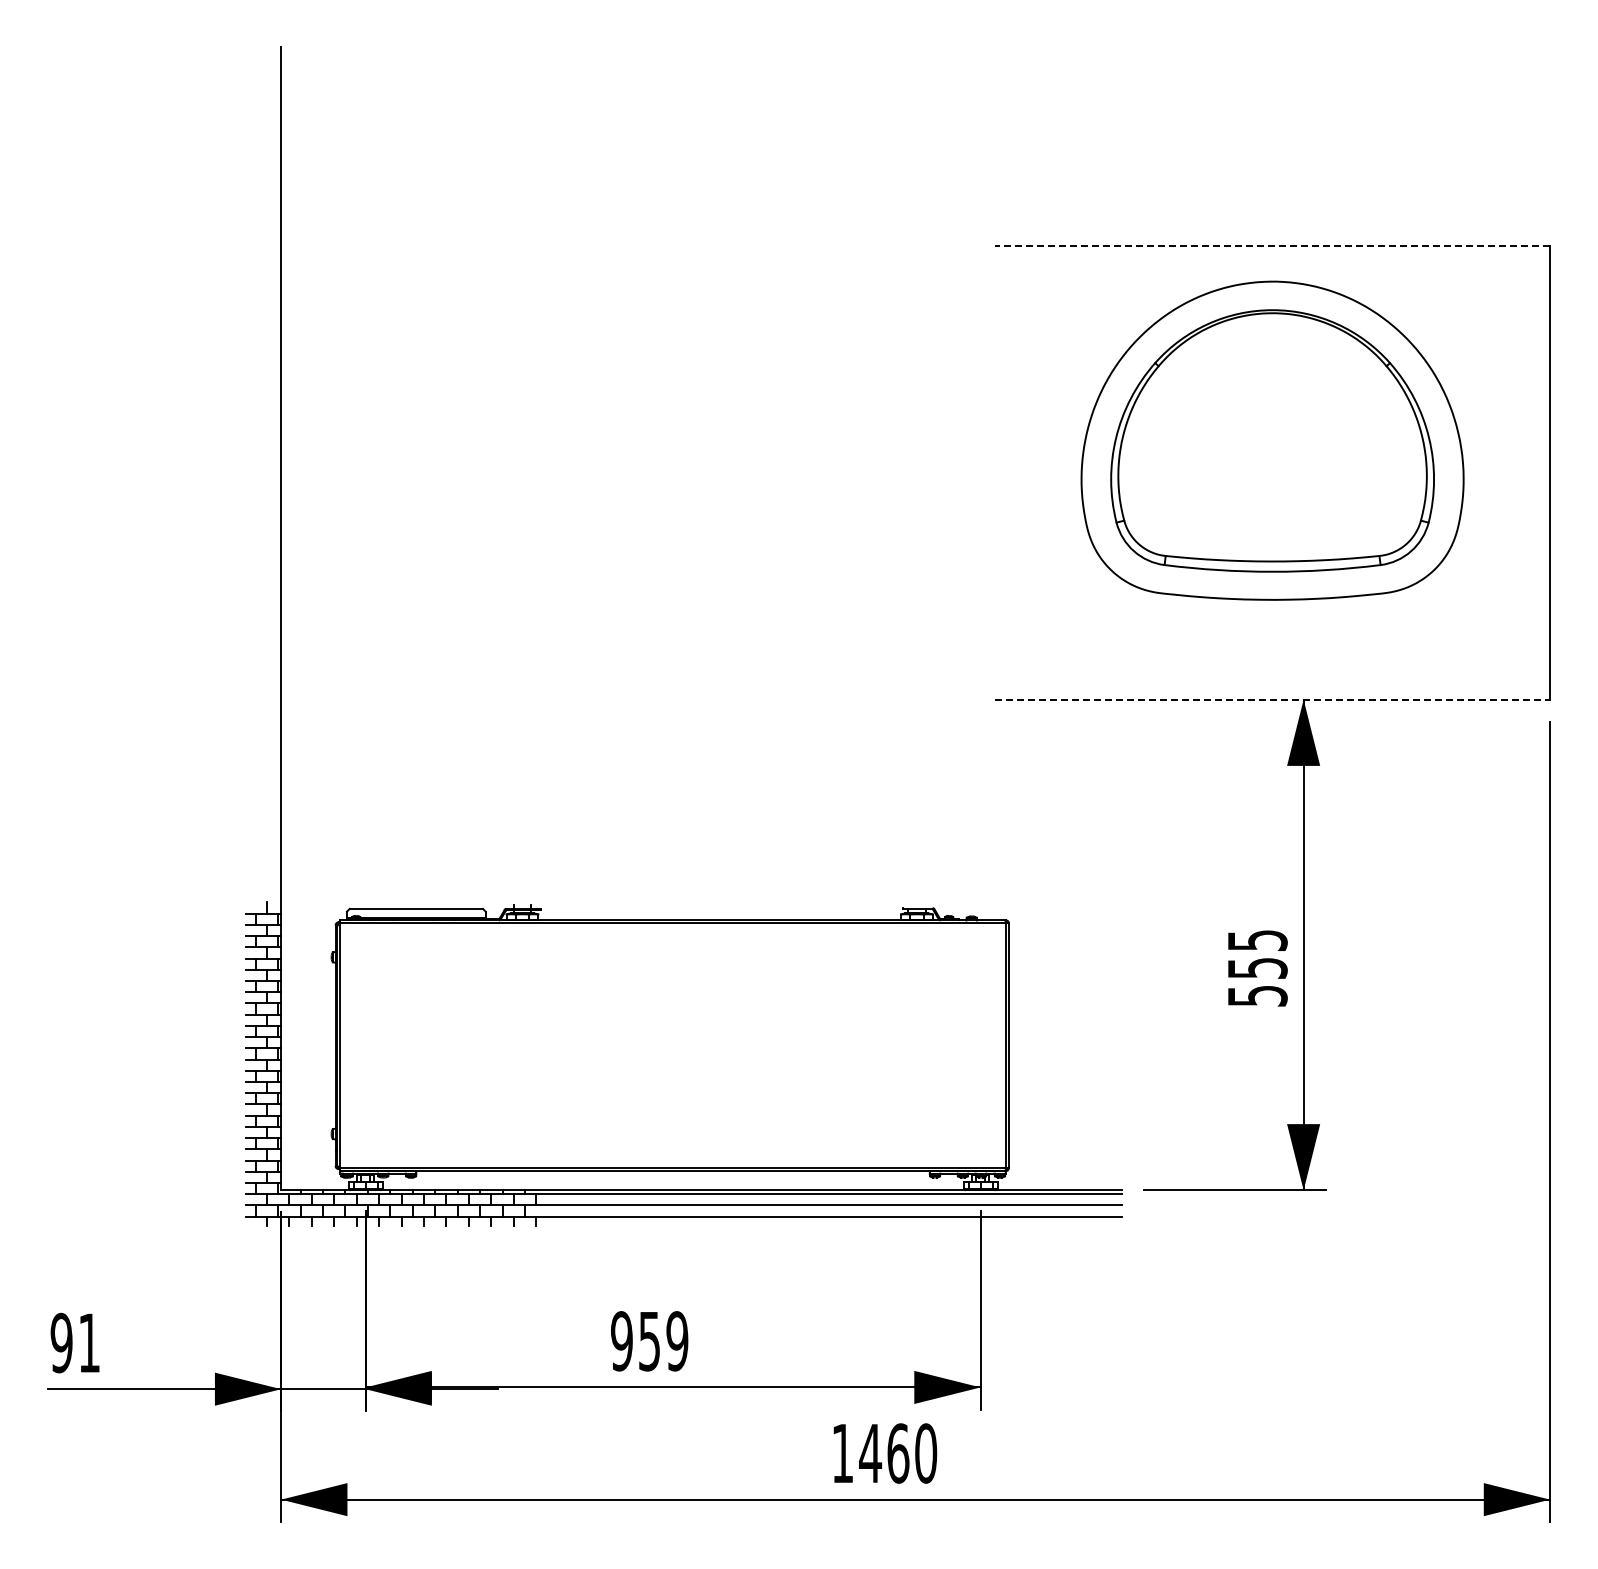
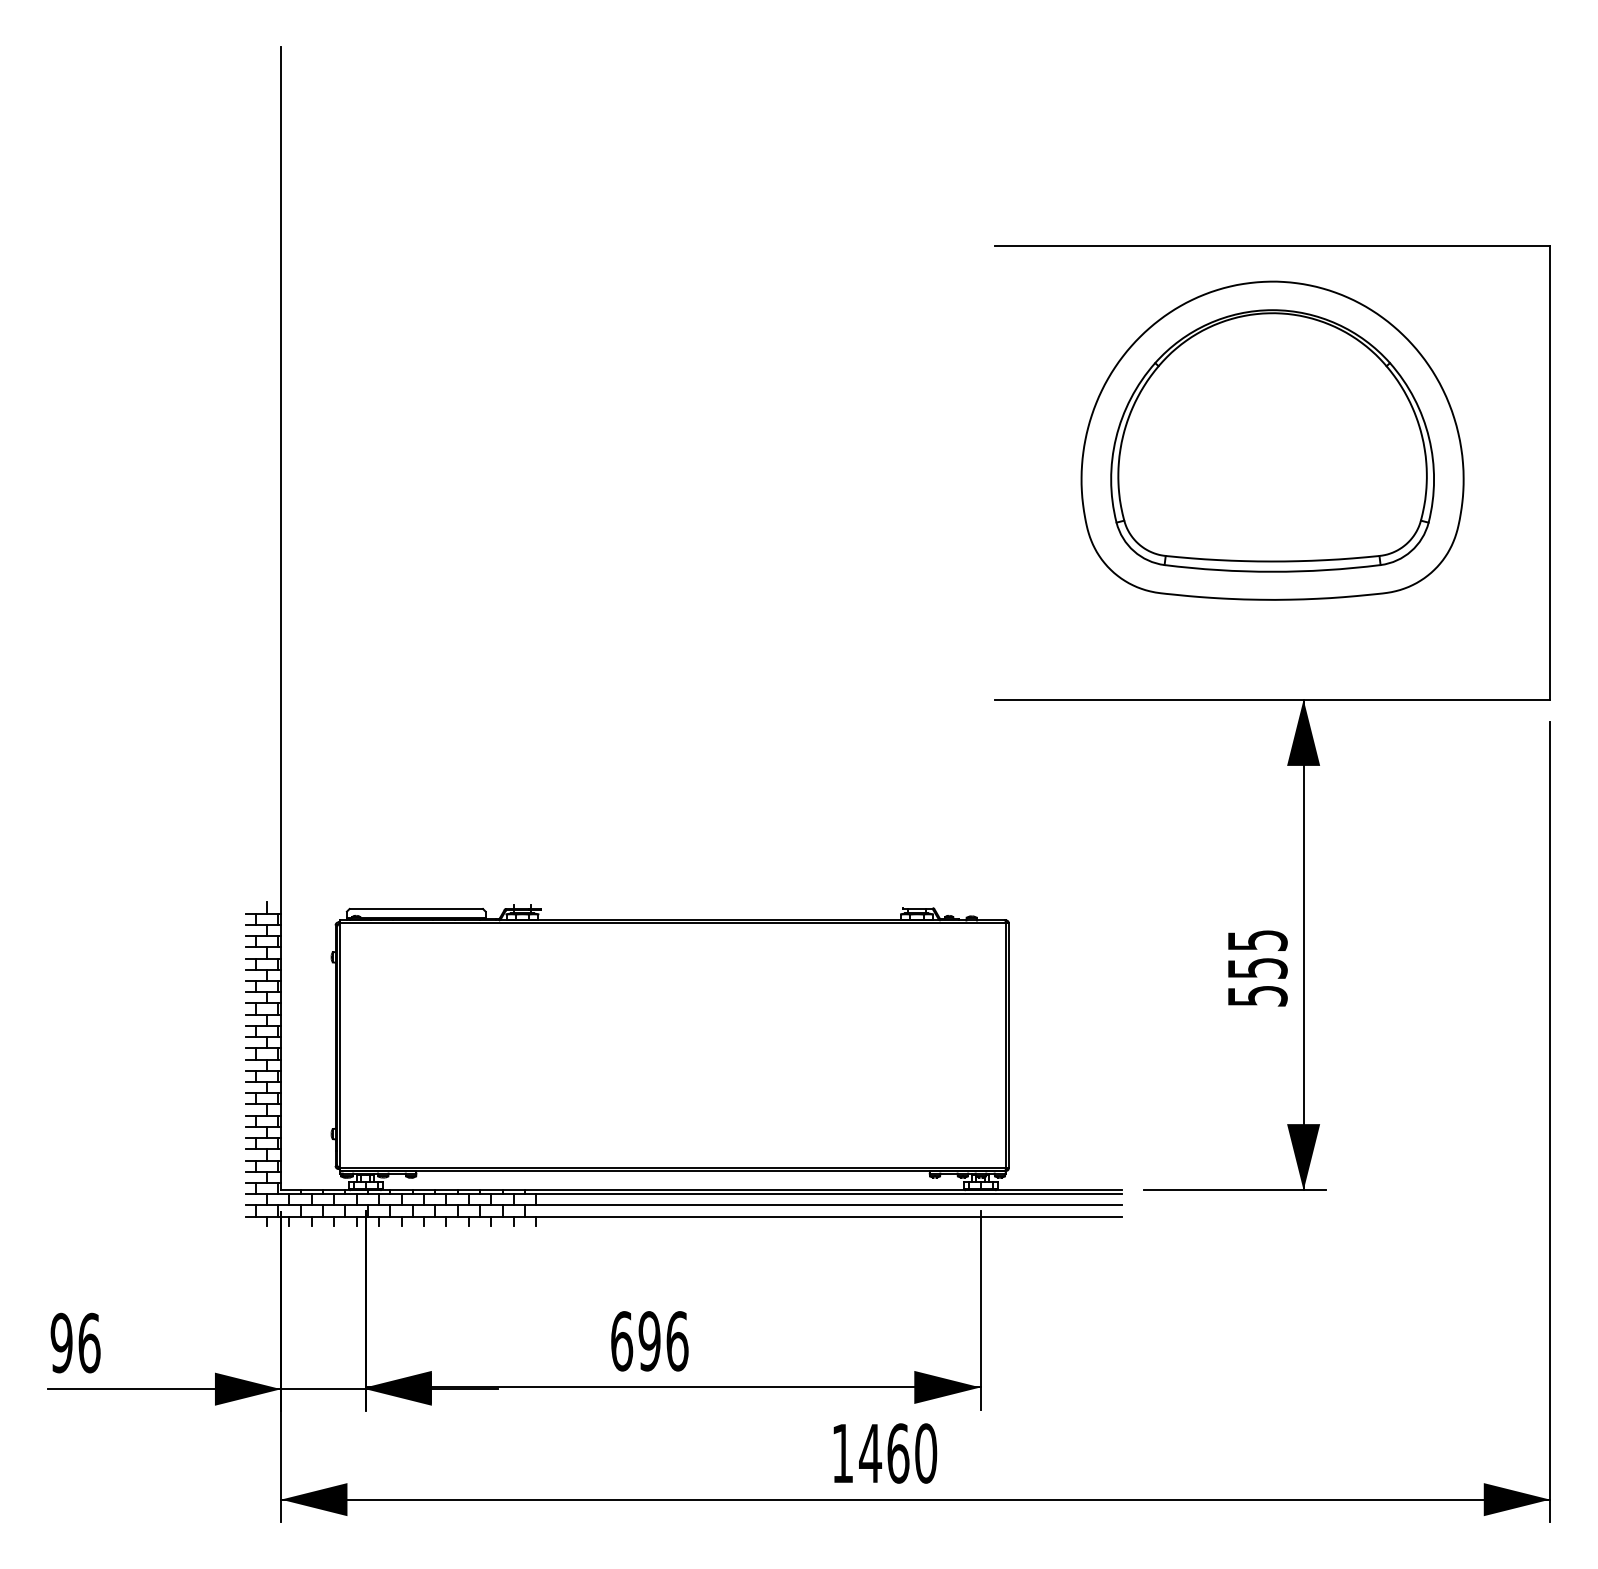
line at (1272, 245): dashed -> solid
line at (1273, 699): dashed -> solid
text at (649, 1341): 959 -> 696
text at (89, 1342): 91 -> 96
